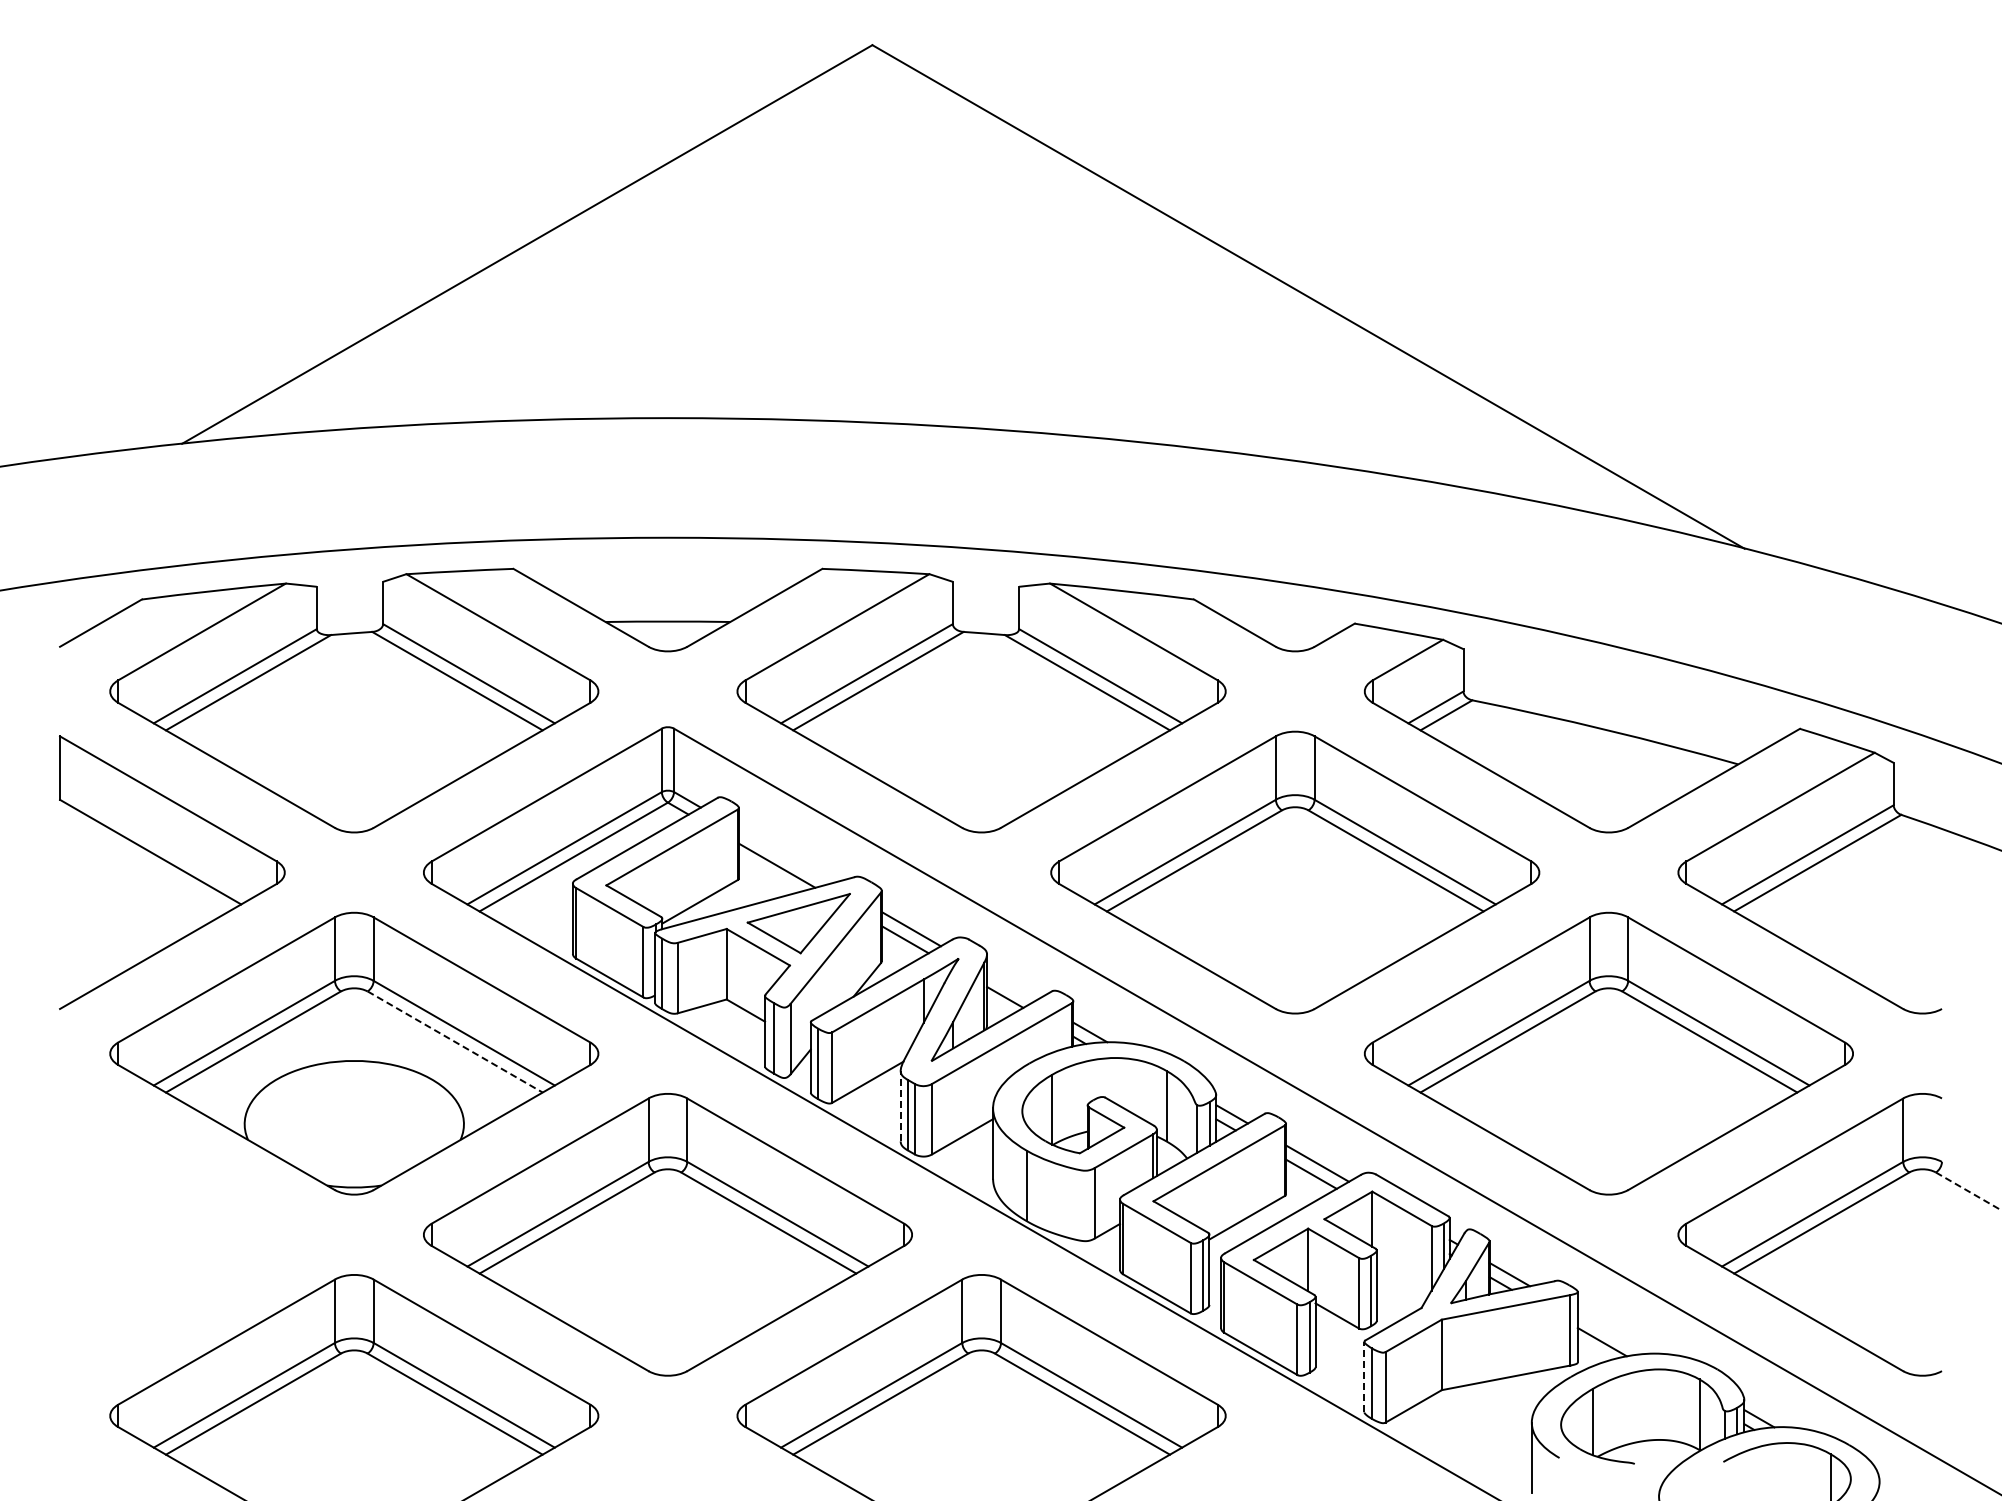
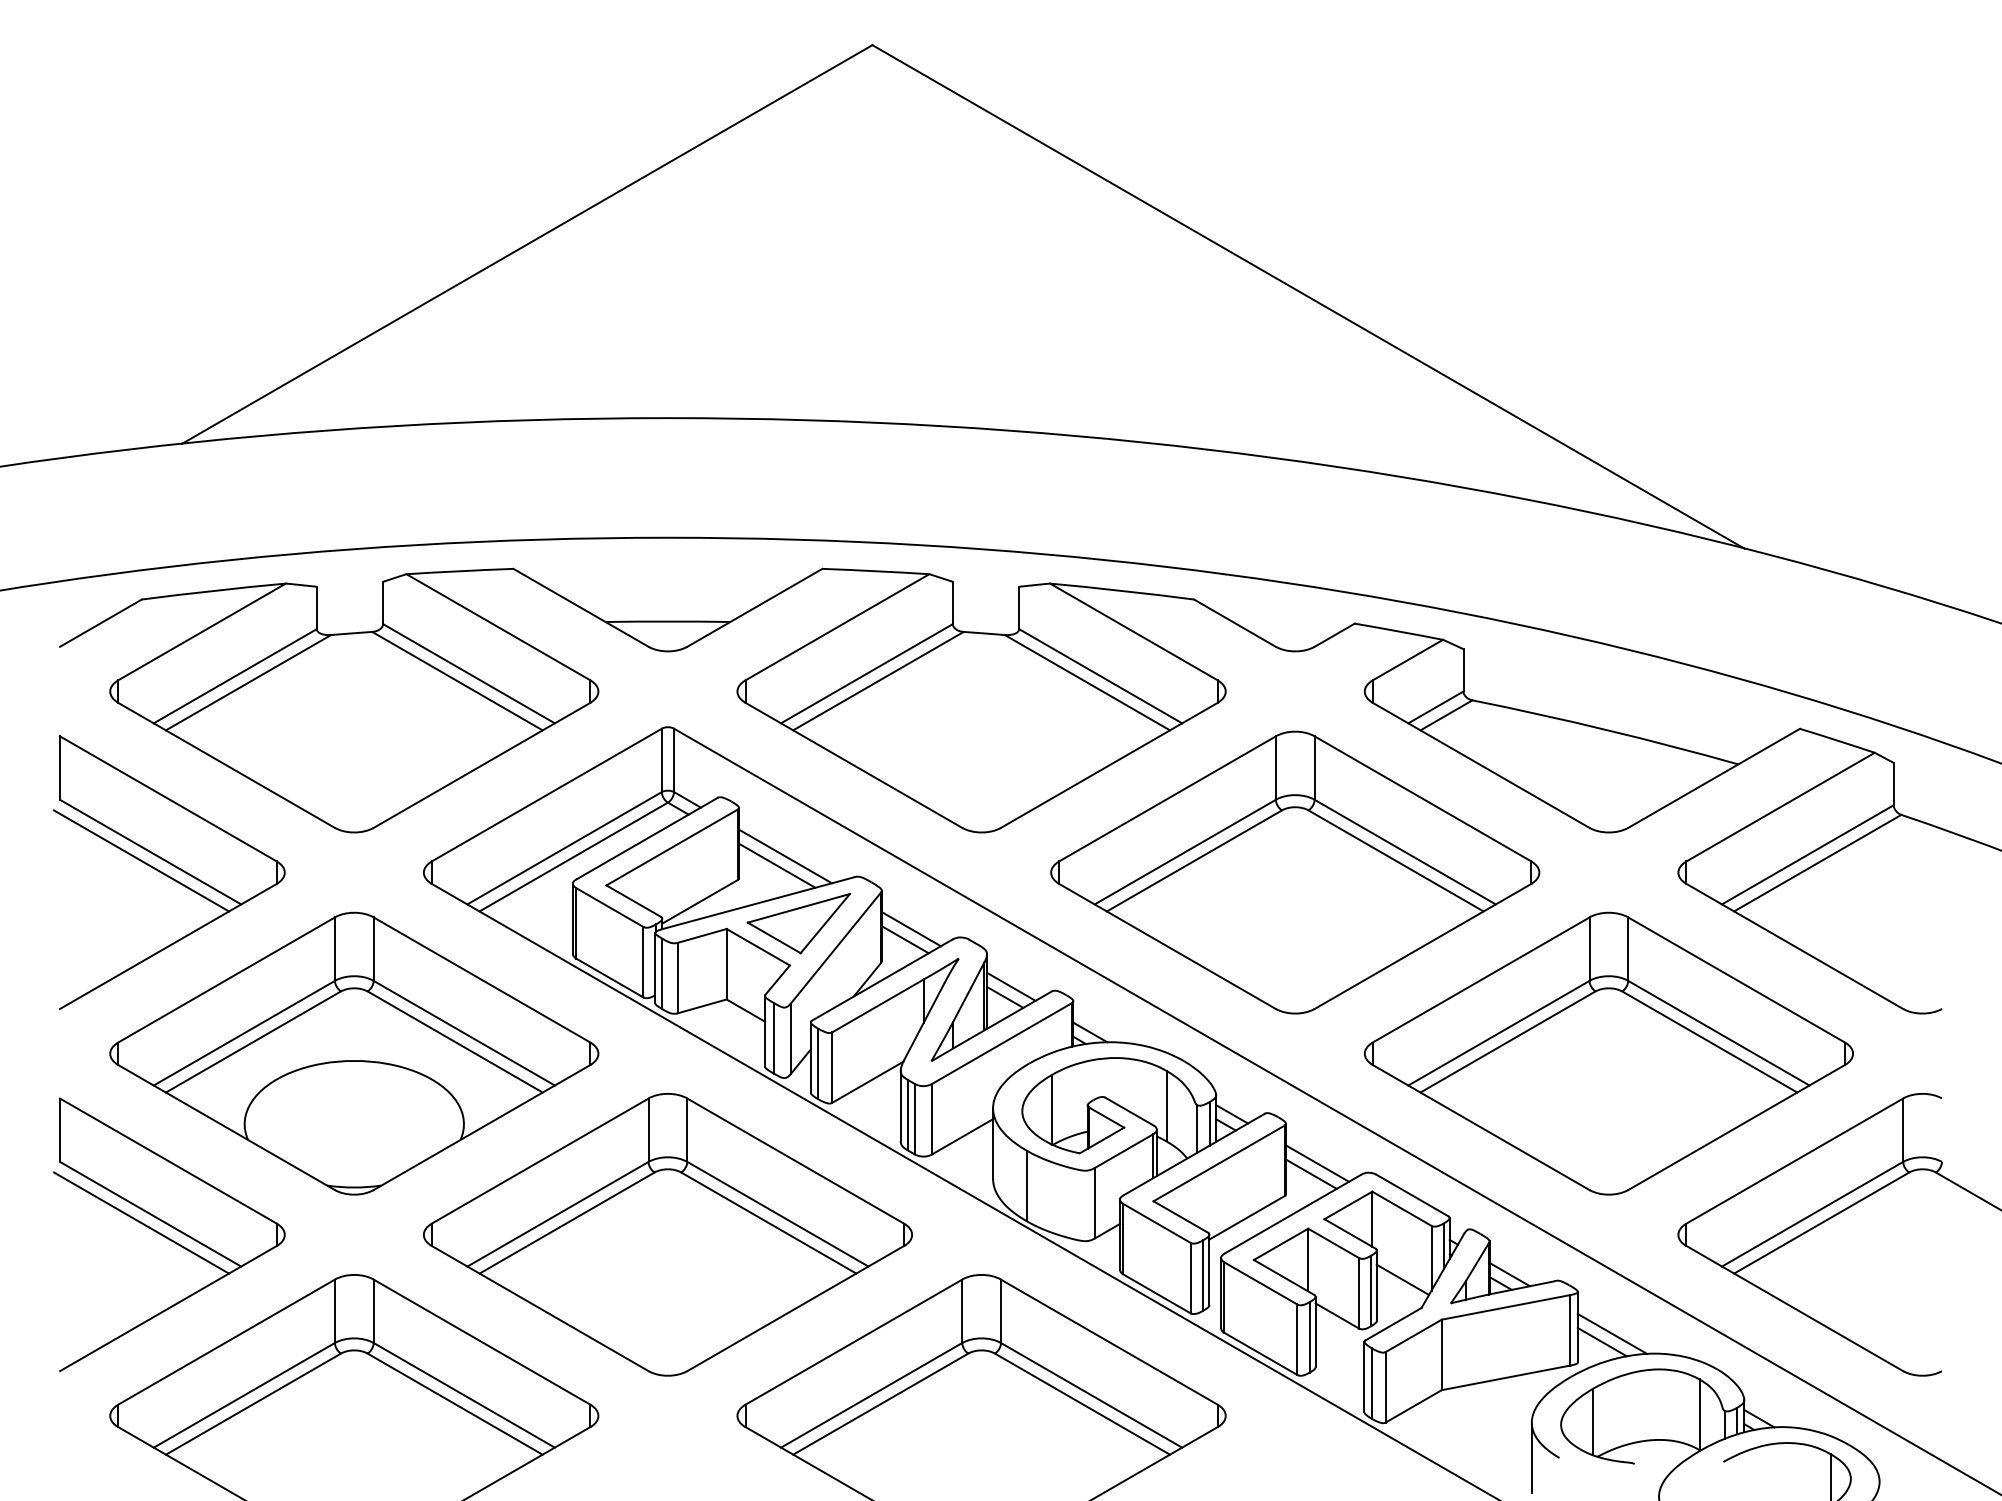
line at (784, 856): none -> present
line at (141, 860): none -> present
line at (1011, 986): none -> present
line at (455, 1042): dashed -> solid
line at (900, 1105): dashed -> solid
line at (1968, 1191): dashed -> solid
part at (169, 1234): none -> present
line at (1402, 1279): none -> present
line at (1612, 1333): none -> present
line at (1364, 1376): dashed -> solid
